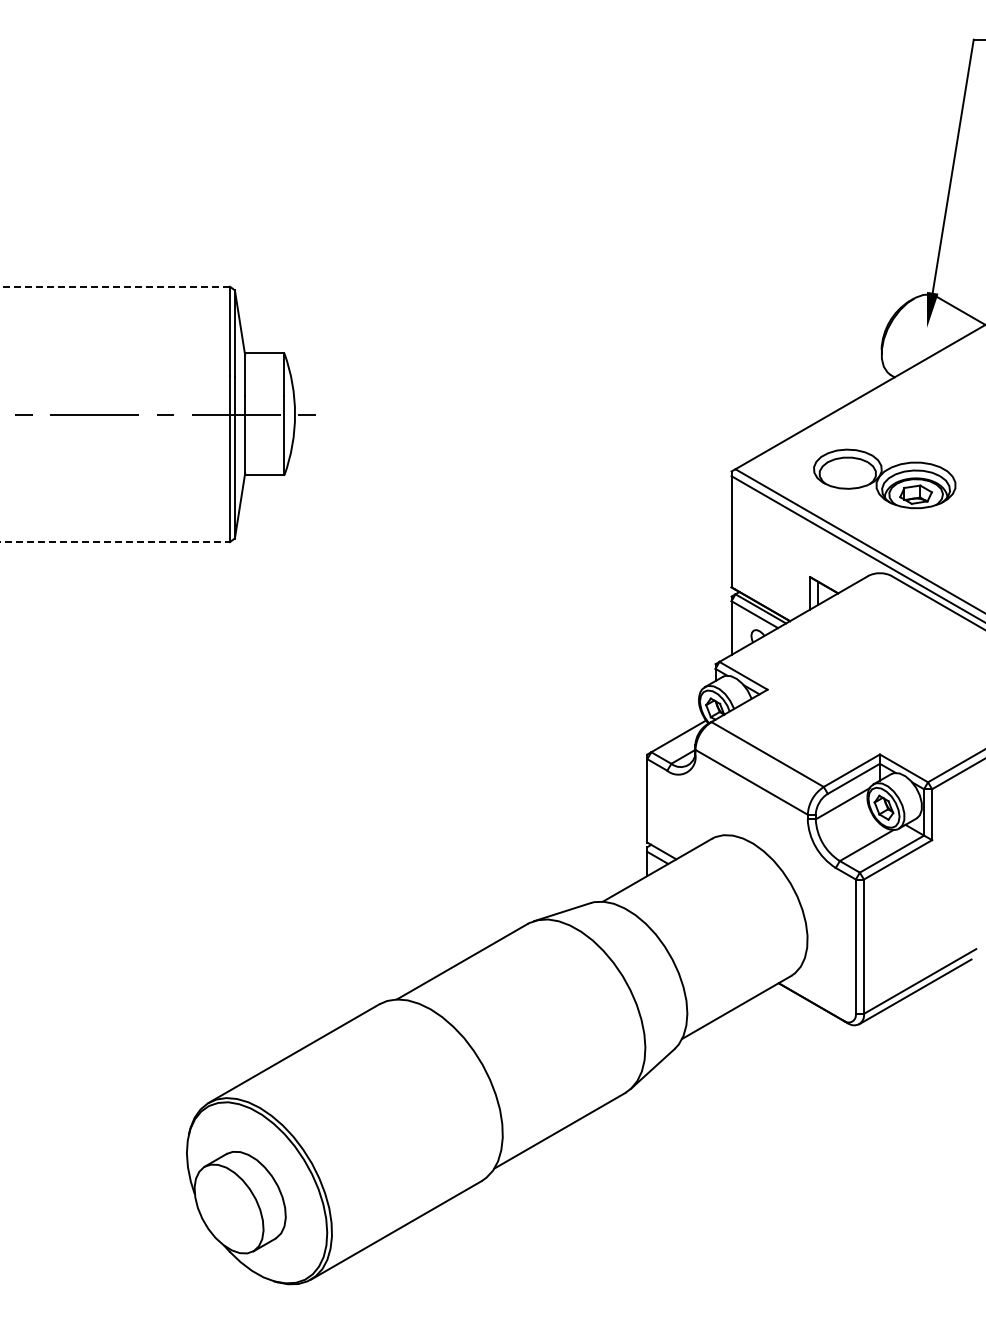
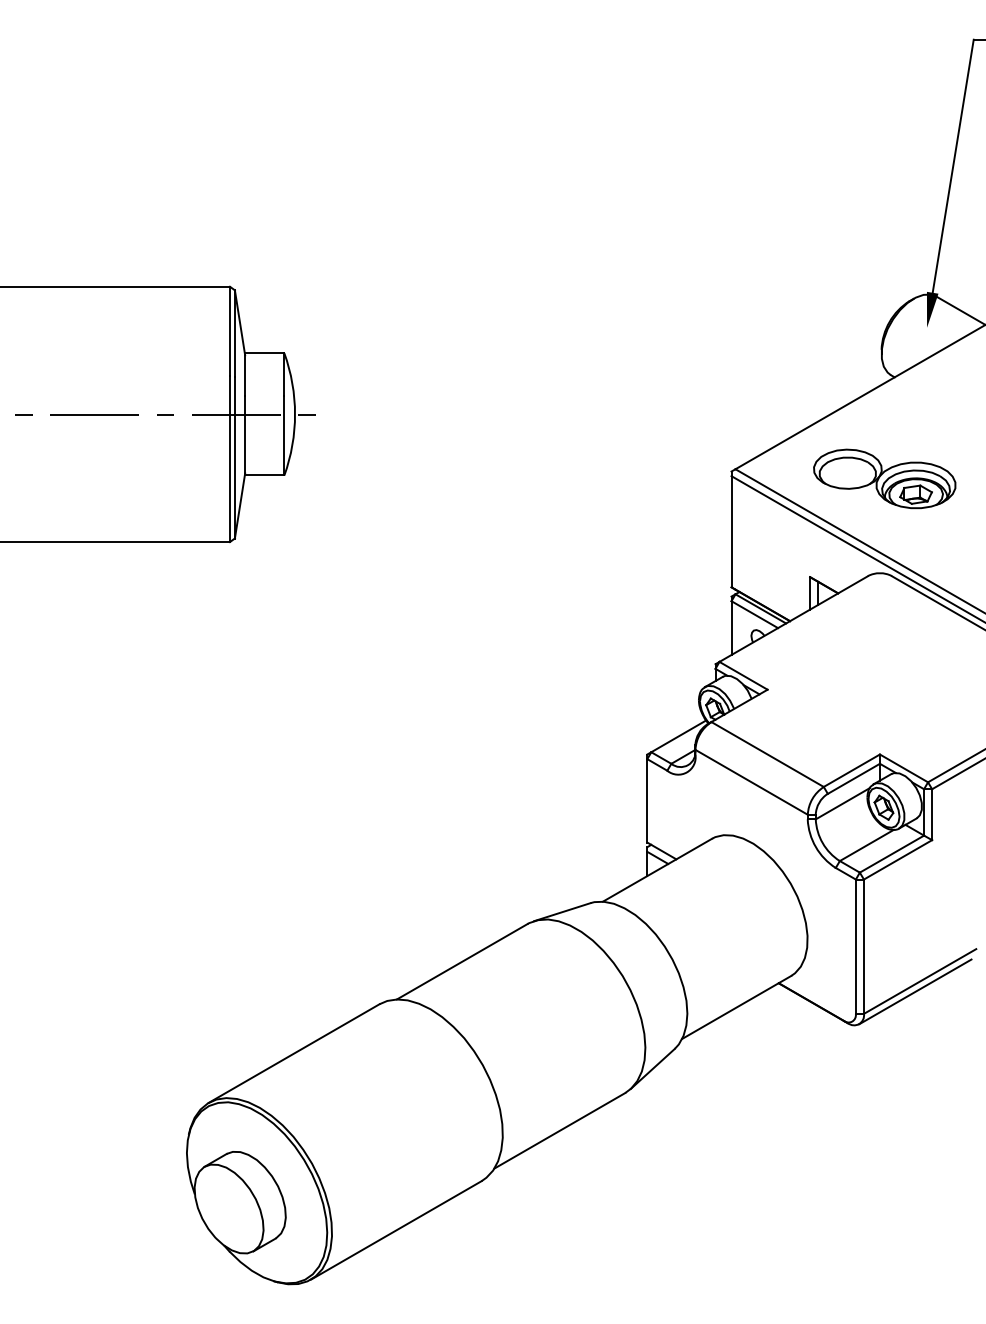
line at (115, 286): dashed -> solid
line at (115, 542): dashed -> solid
